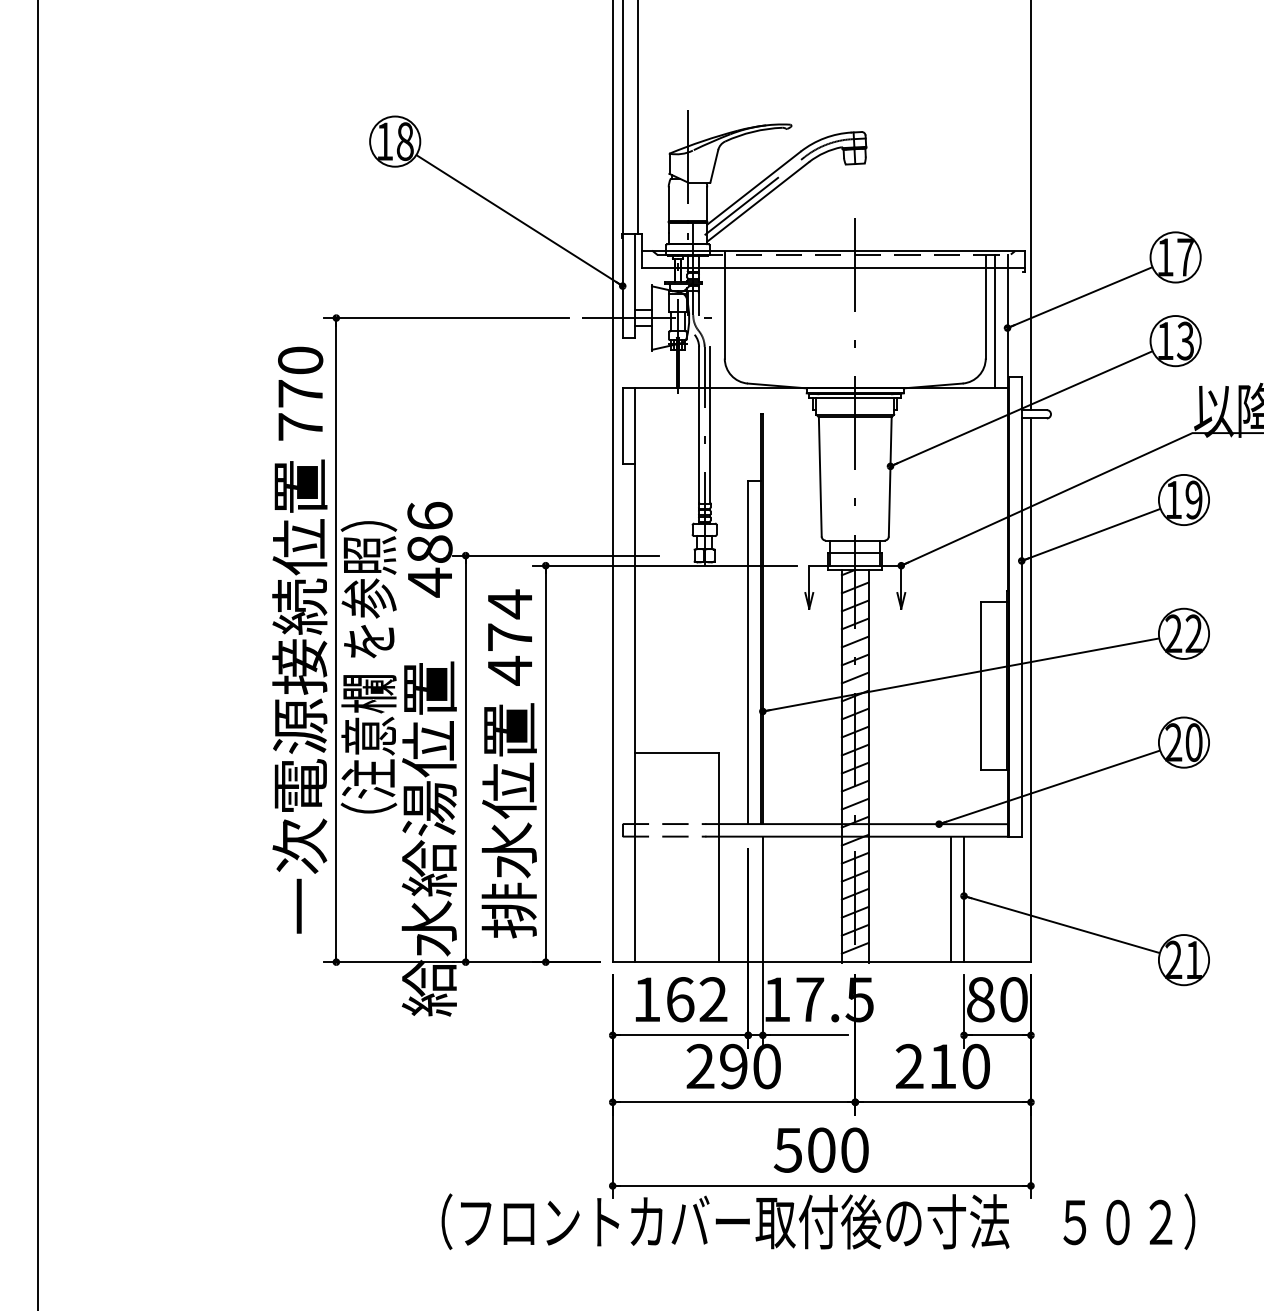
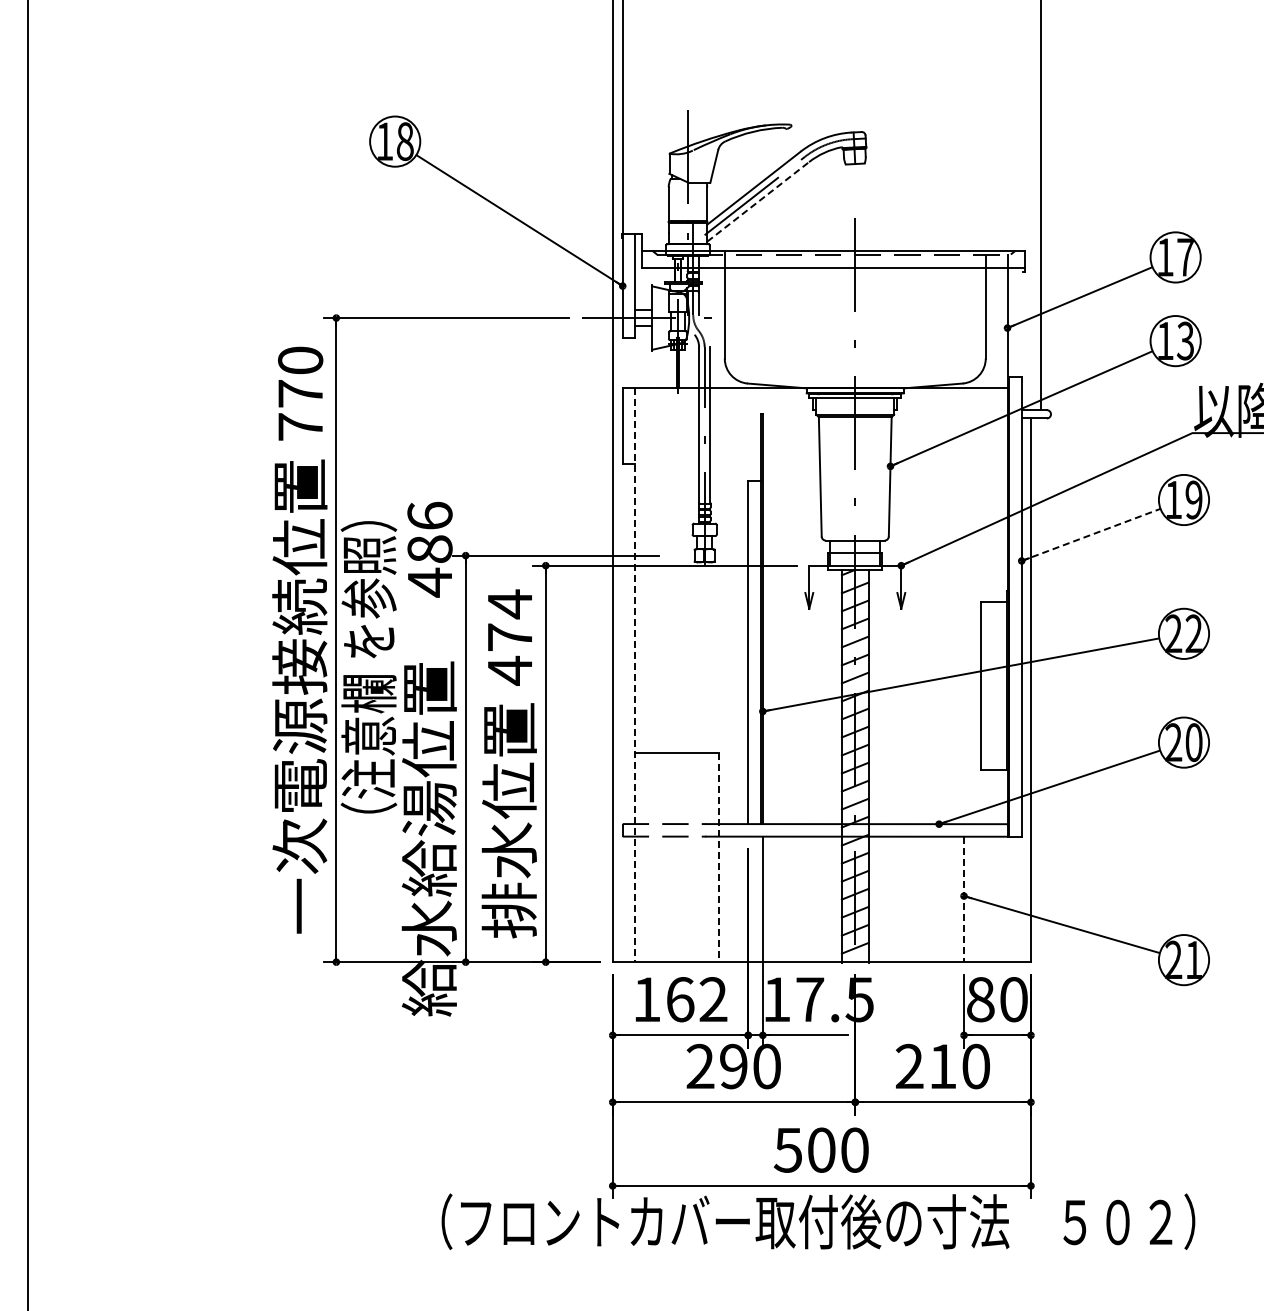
line at (637, 118): present -> none
line at (758, 201): solid -> dashed
line at (1030, 206) position: (1030, 206) -> (1040, 206)
line at (994, 321): present -> none
line at (1091, 534): solid -> dashed
line at (37, 654) position: (37, 654) -> (27, 654)
line at (635, 675): solid -> dashed
line at (718, 857): solid -> dashed
line at (951, 899): present -> none
line at (964, 899): solid -> dashed
